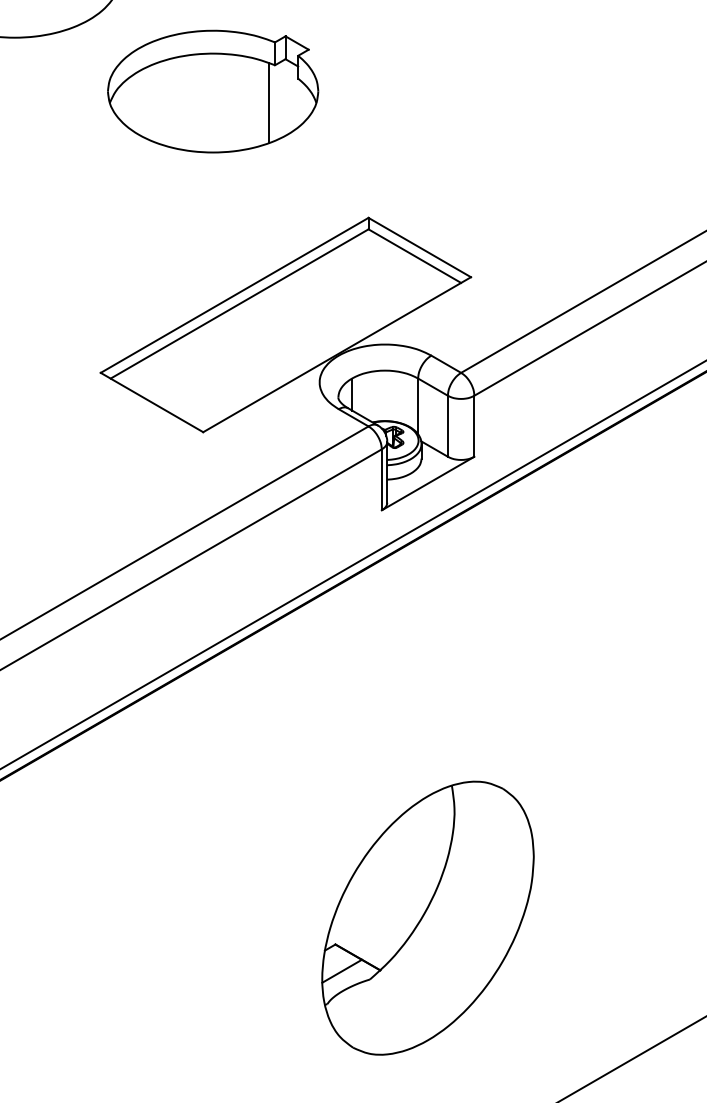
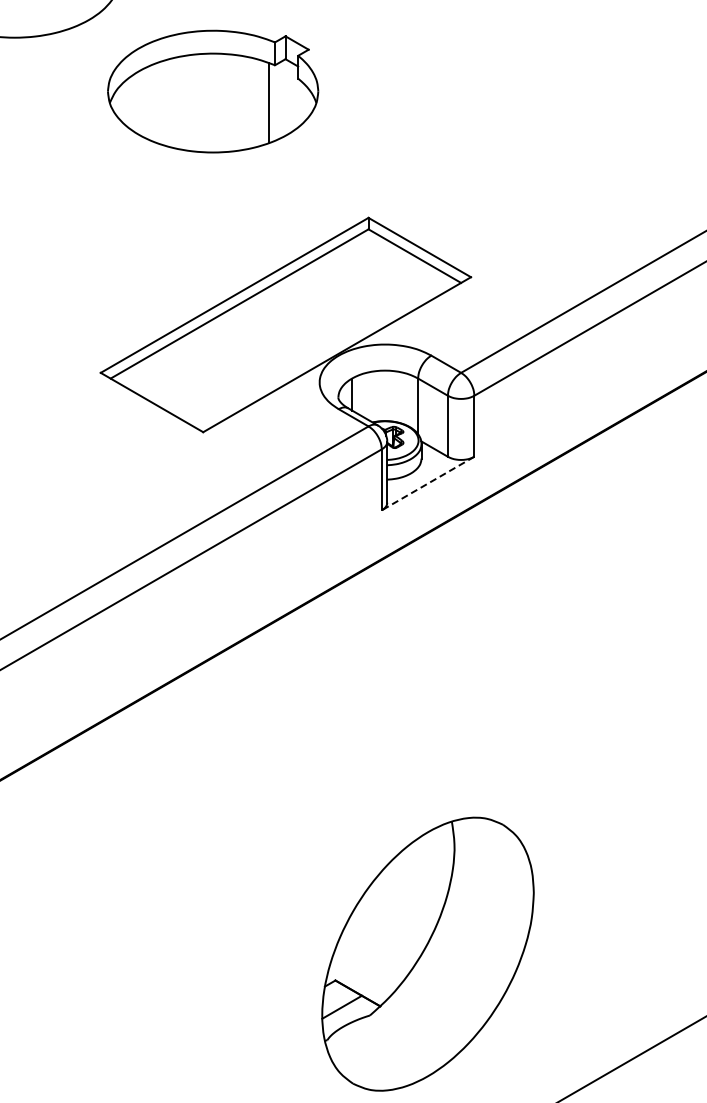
line at (427, 483): solid -> dashed
line at (352, 565): present -> none
part at (427, 917) position: (427, 917) -> (427, 953)
